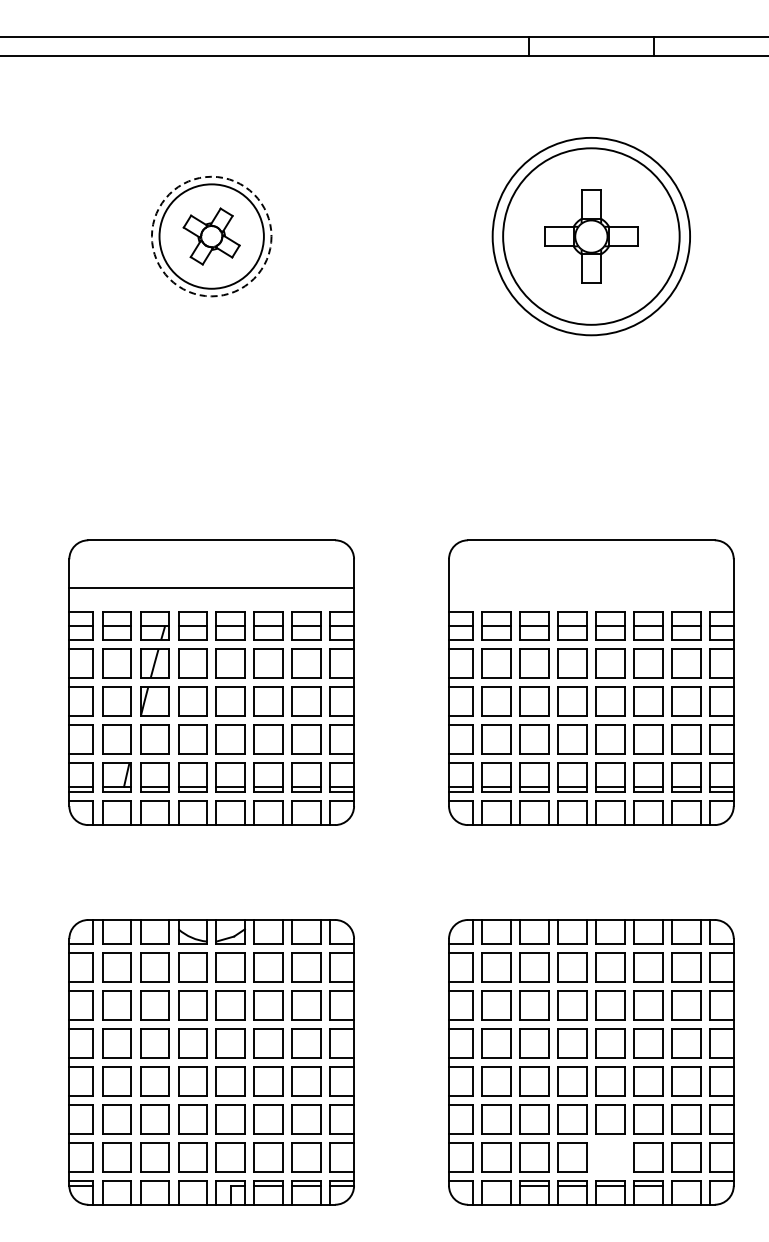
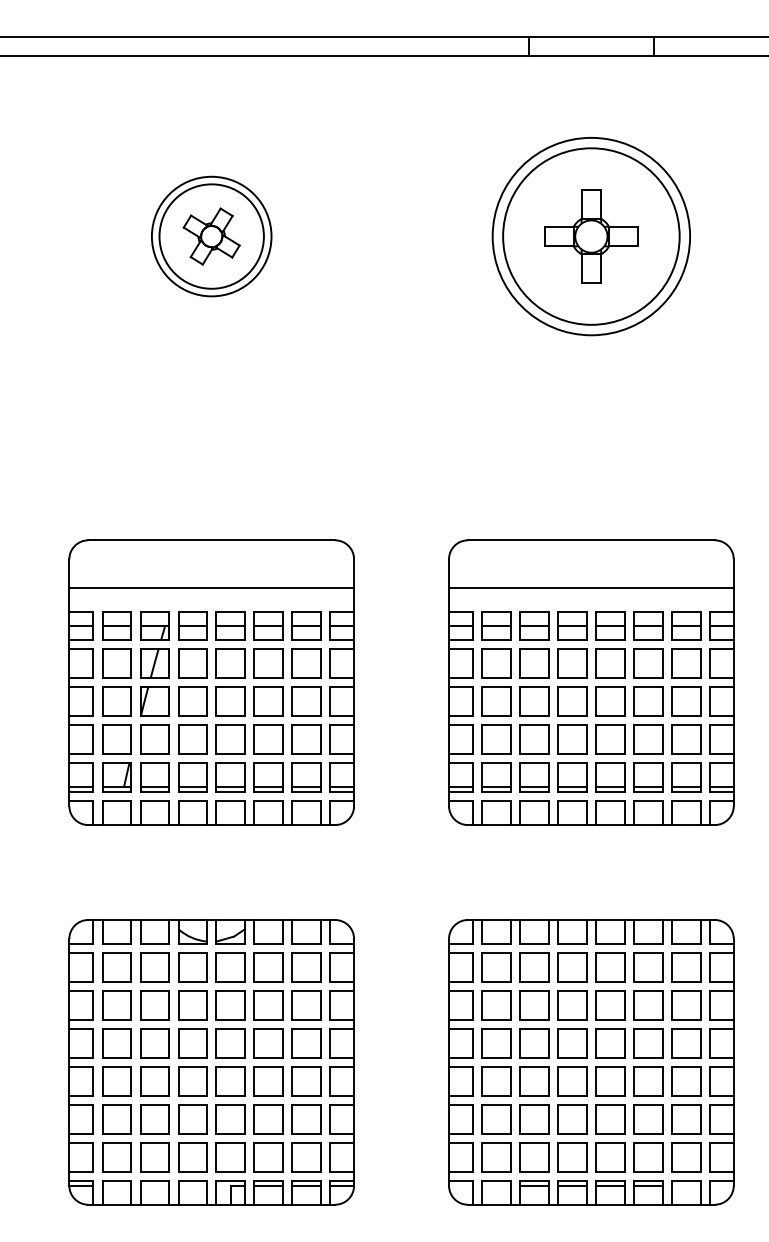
circle at (211, 236): dashed -> solid
line at (591, 587): none -> present
part at (610, 1157): none -> present
